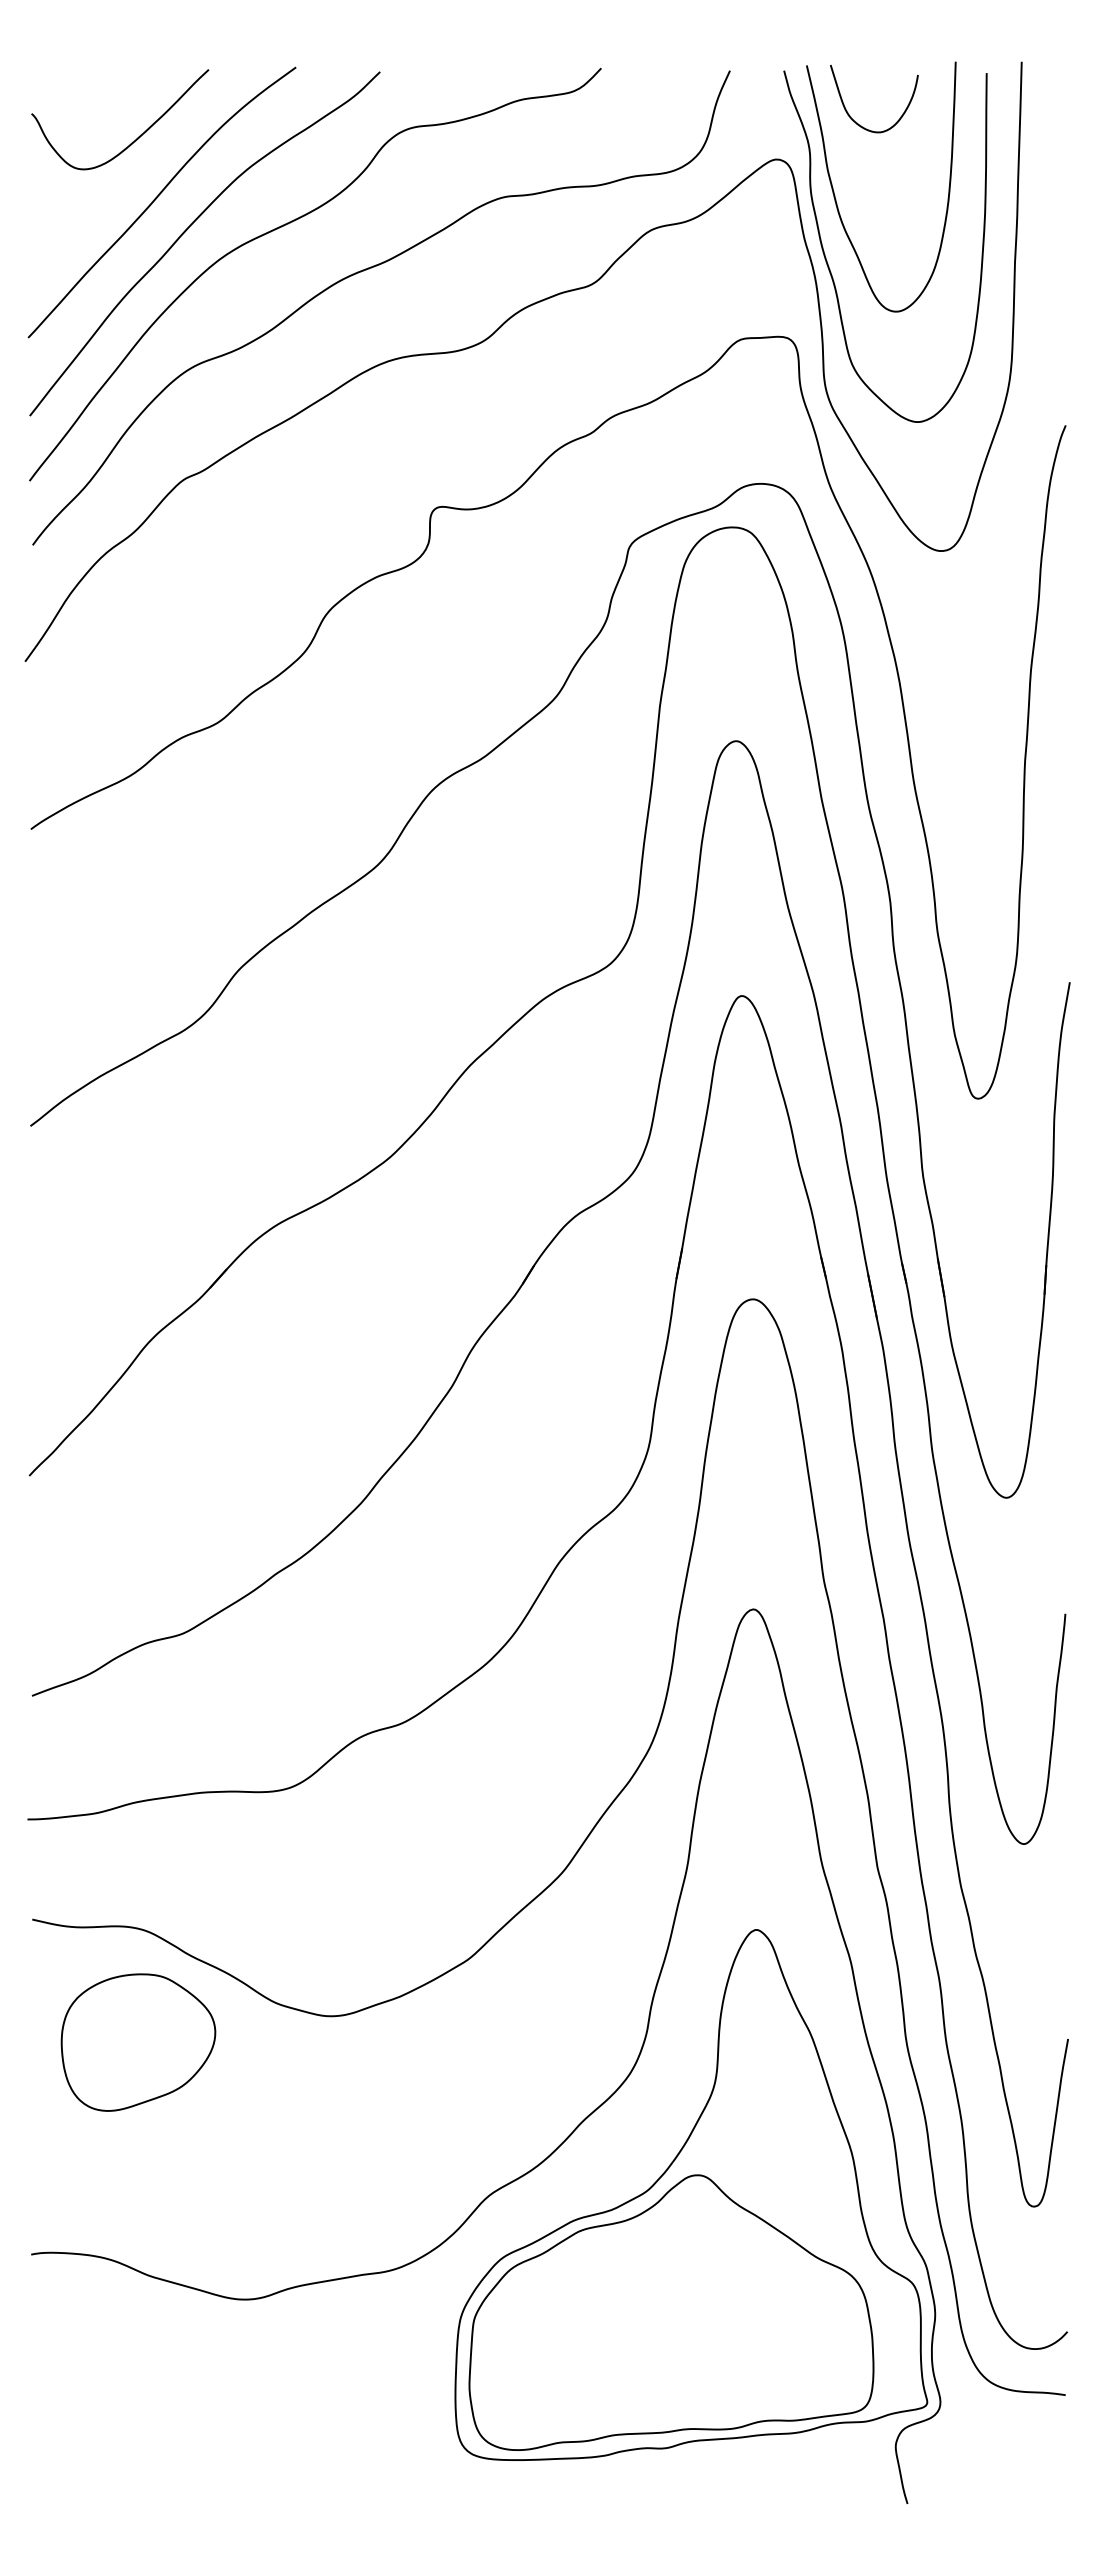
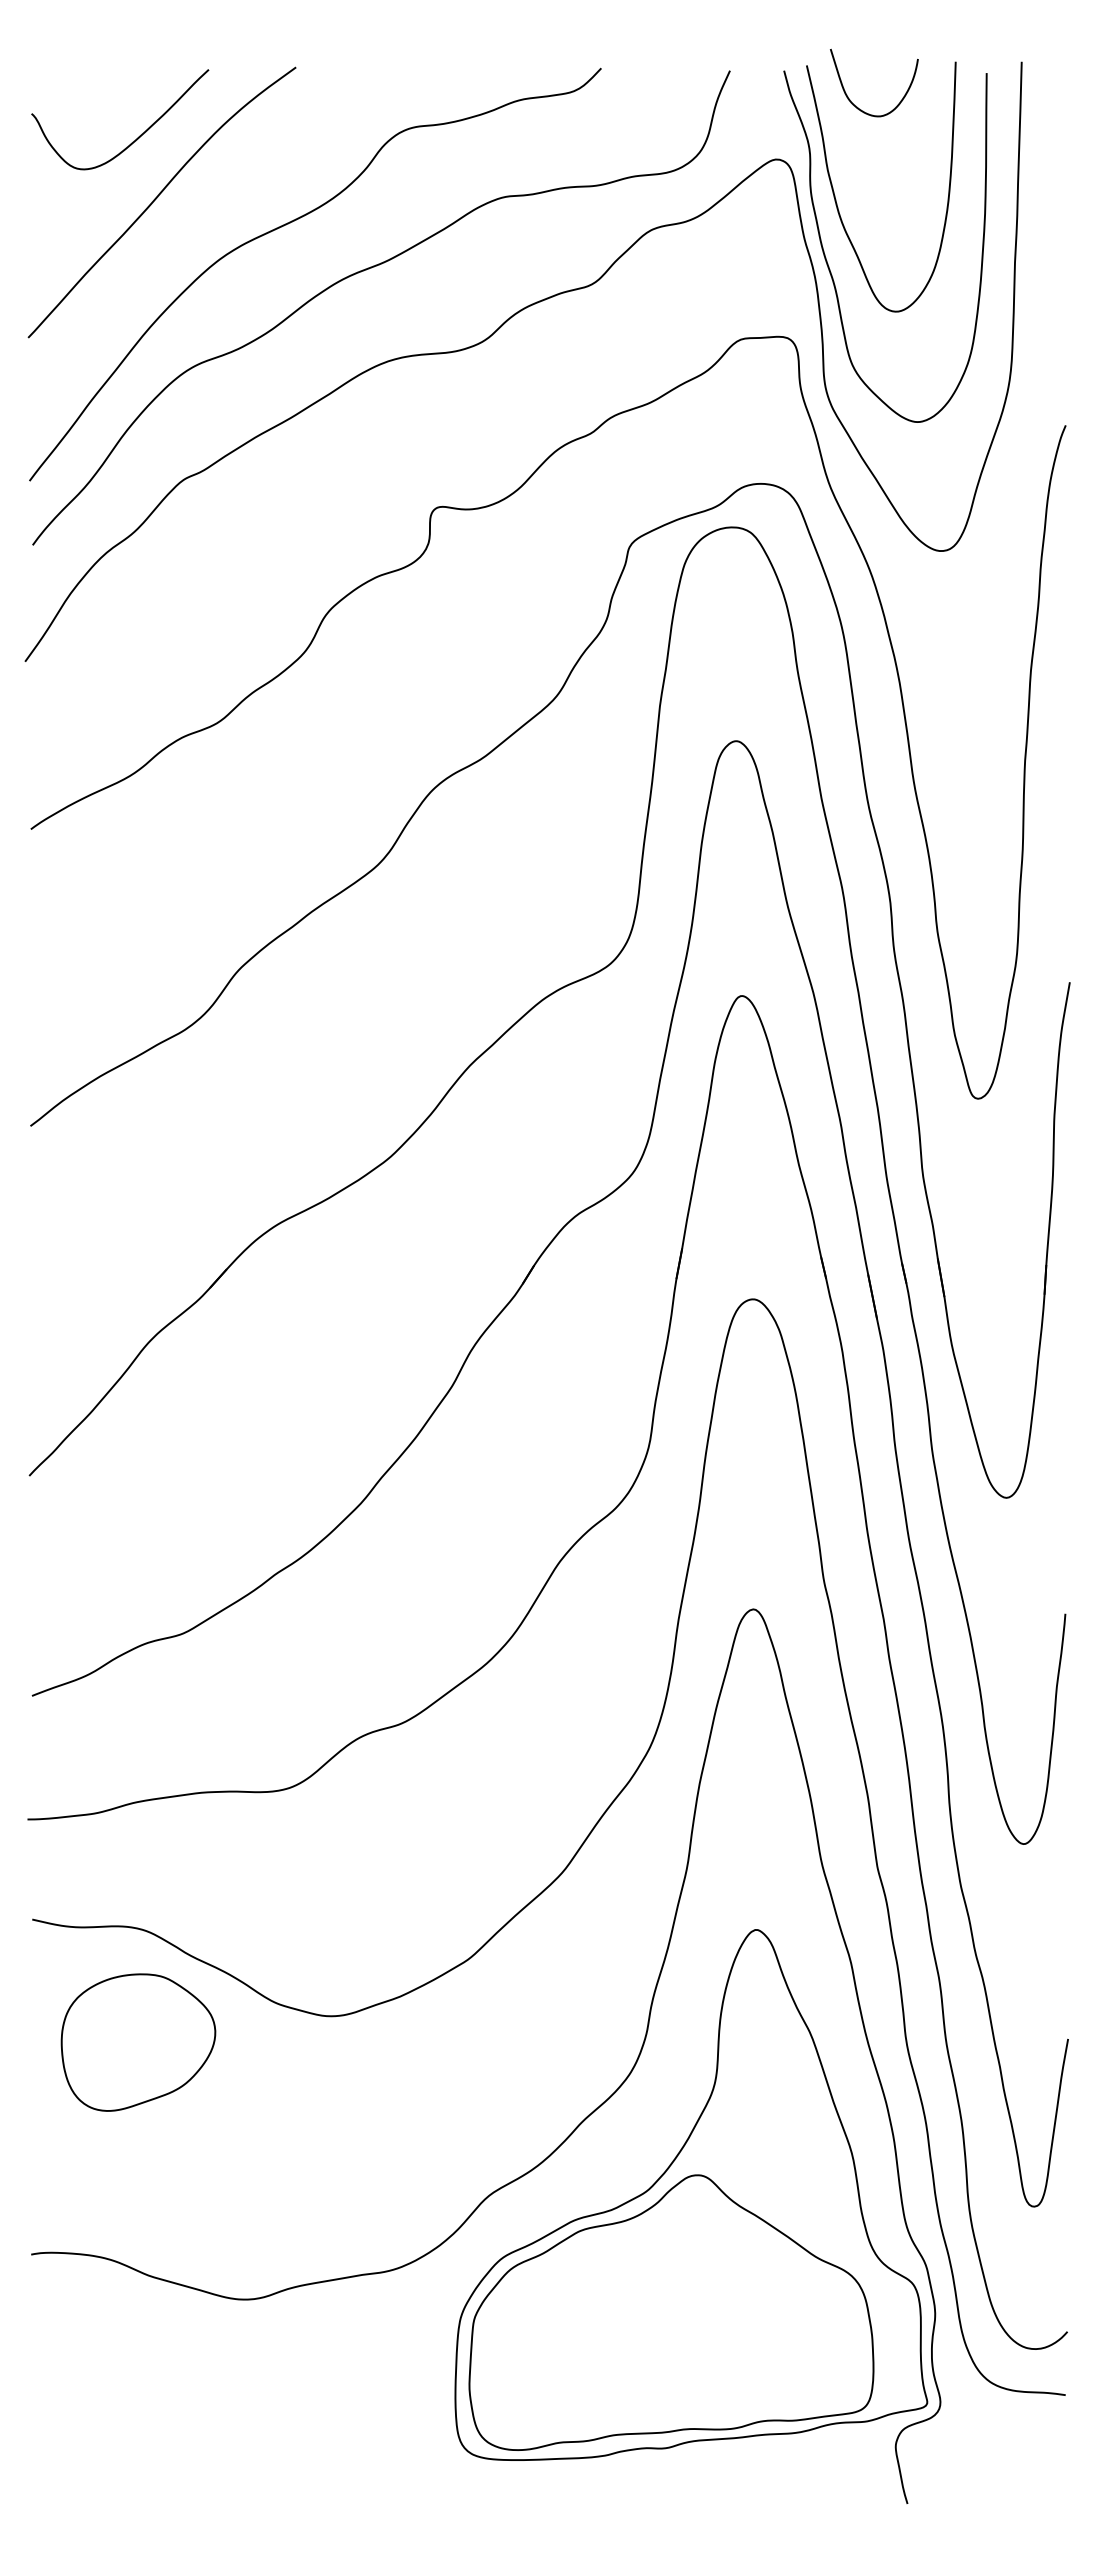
curve at (850, 115) position: (850, 115) -> (850, 99)
curve at (188, 229): present -> none
